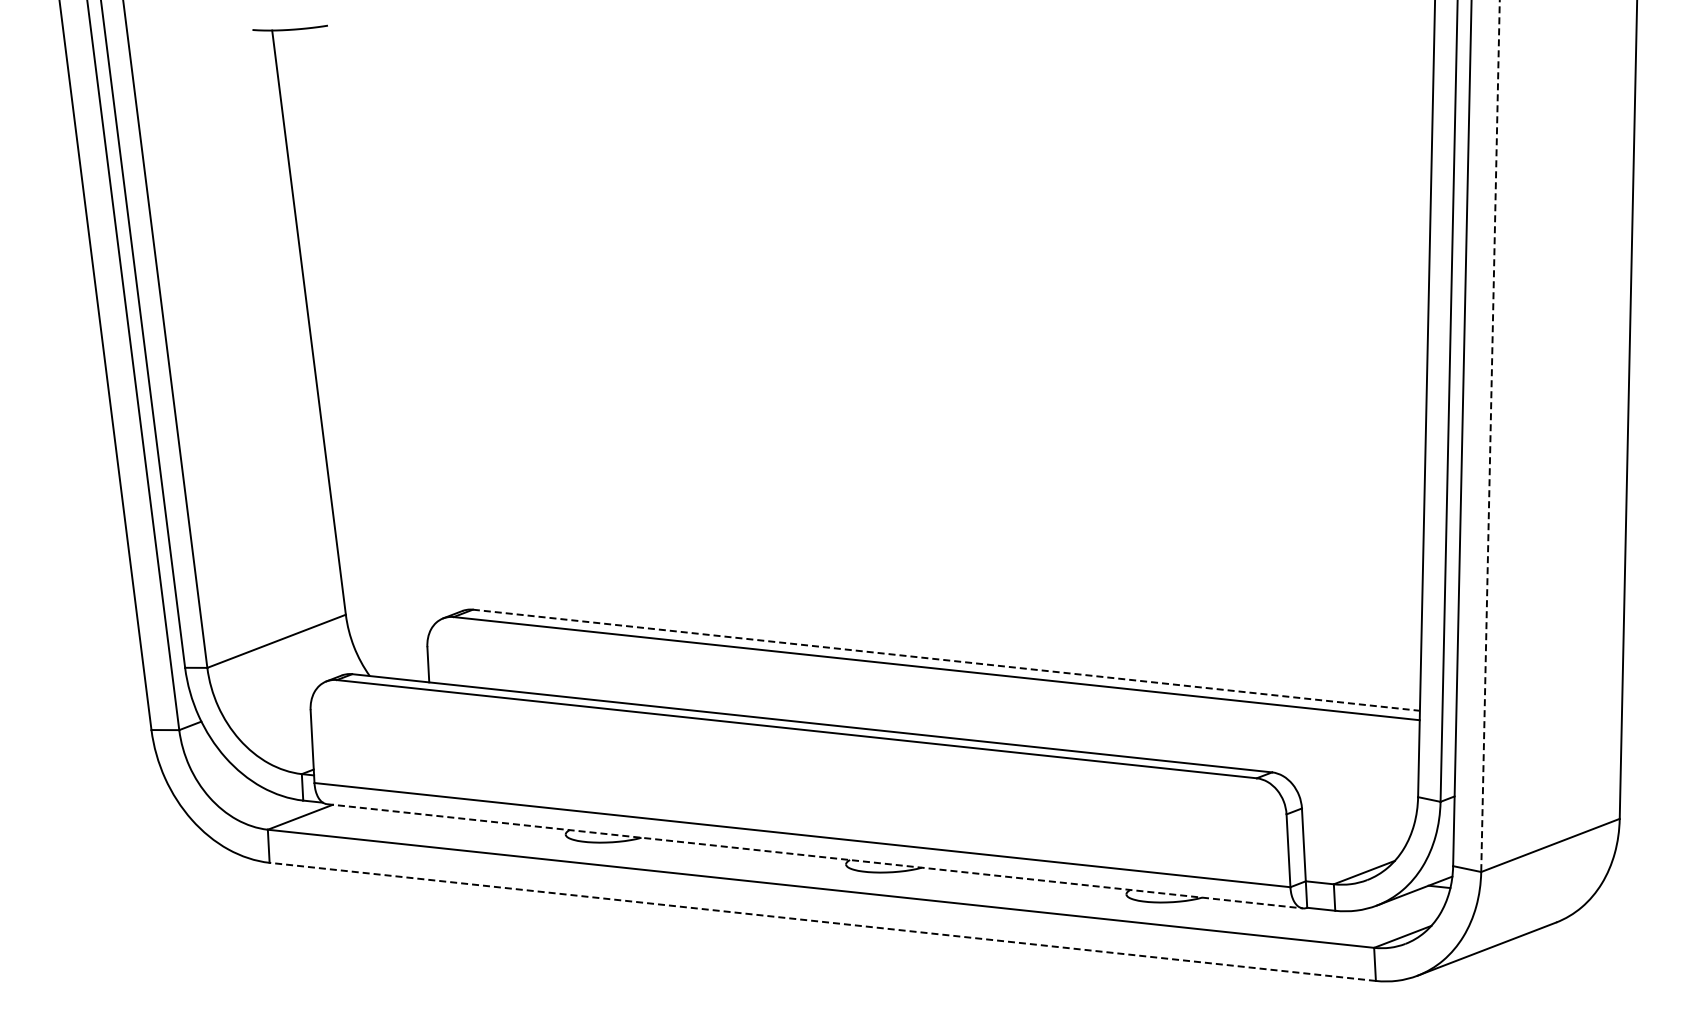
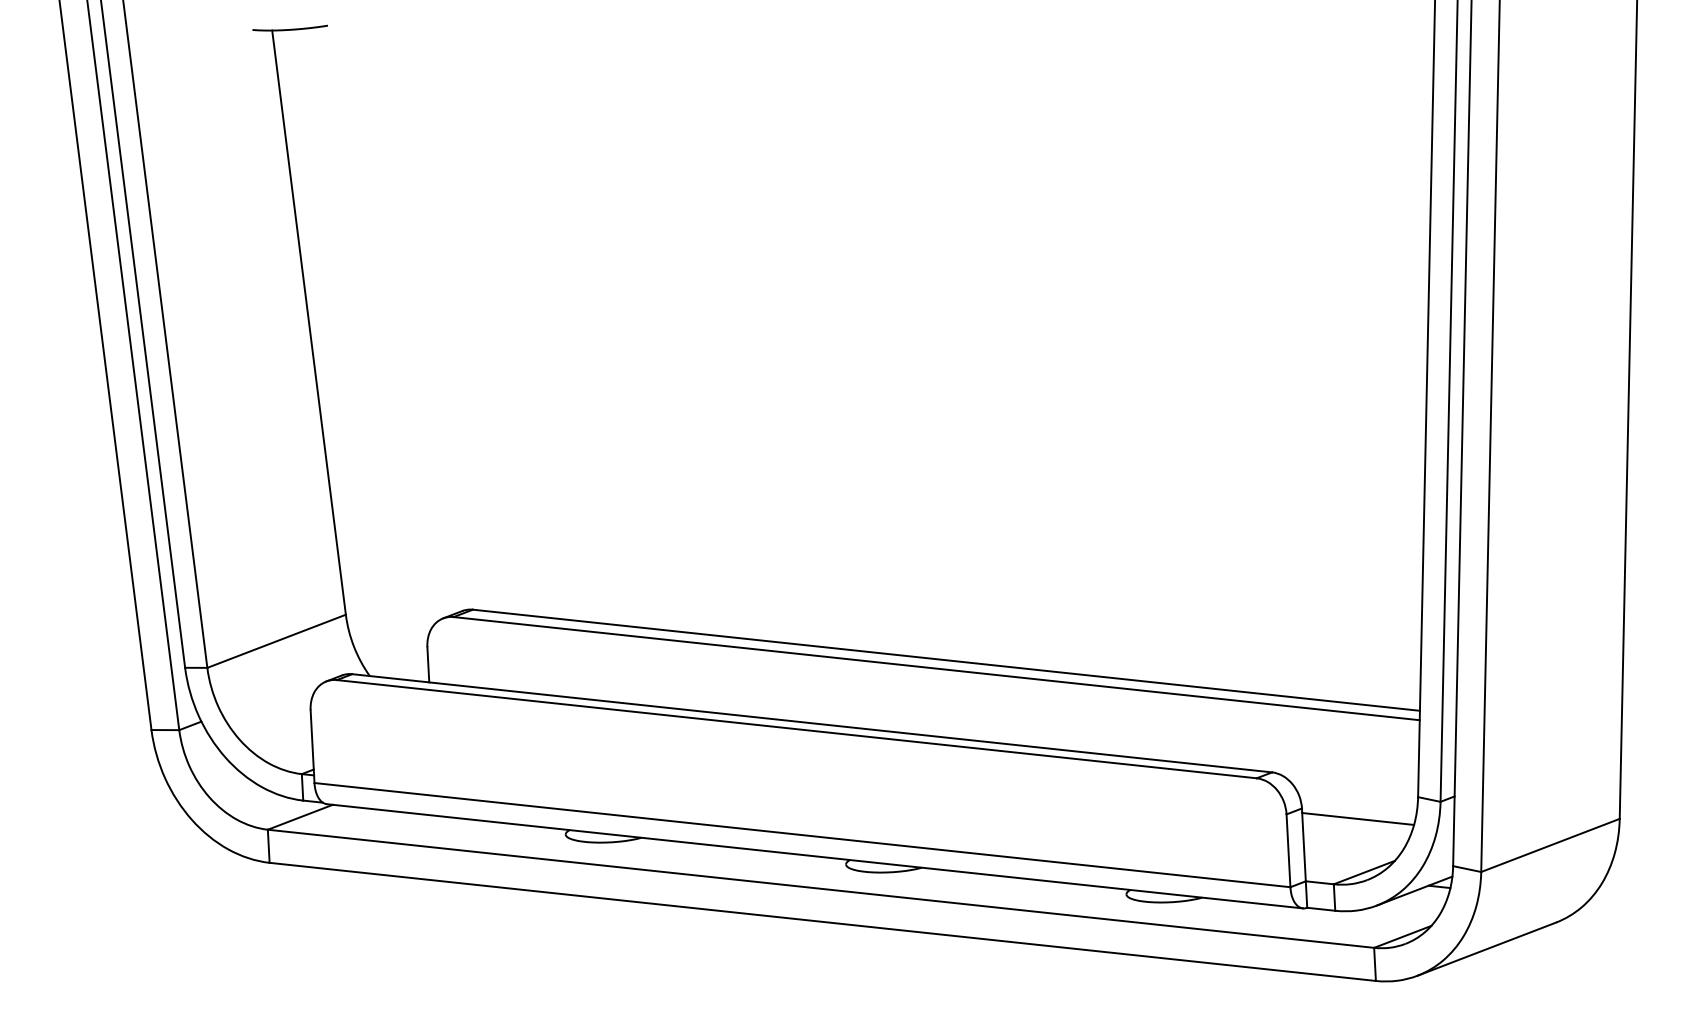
line at (1490, 436): dashed -> solid
line at (946, 660): dashed -> solid
line at (1358, 818): none -> present
line at (814, 856): dashed -> solid
line at (822, 921): dashed -> solid
